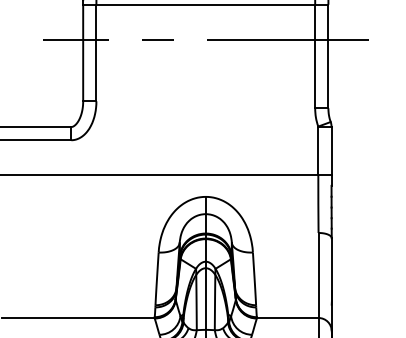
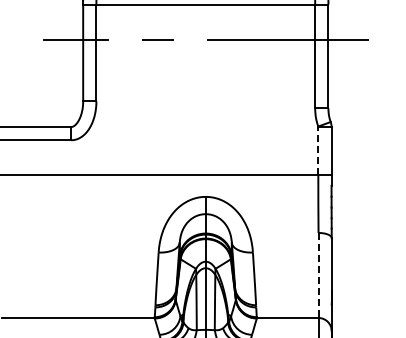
line at (318, 150): solid -> dashed
line at (318, 275): solid -> dashed
